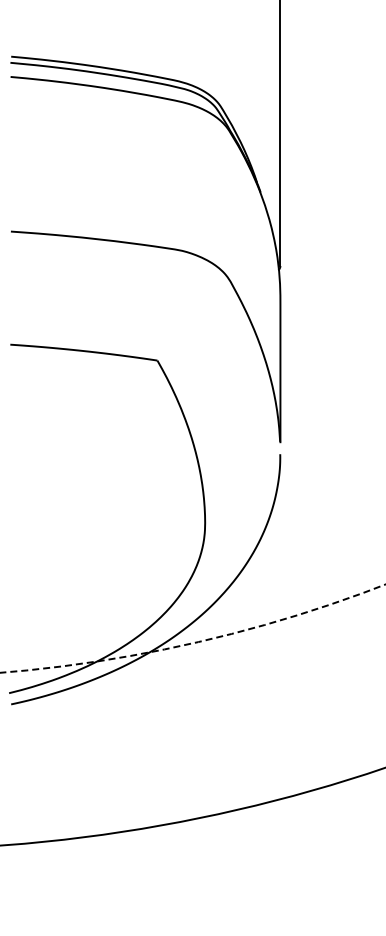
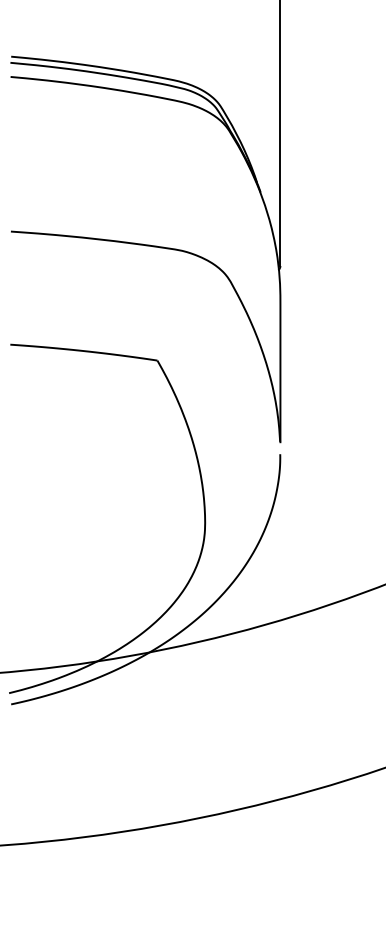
circle at (192, 628): dashed -> solid
